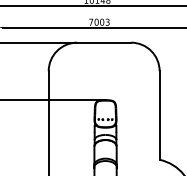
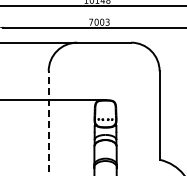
line at (48, 122): solid -> dashed
